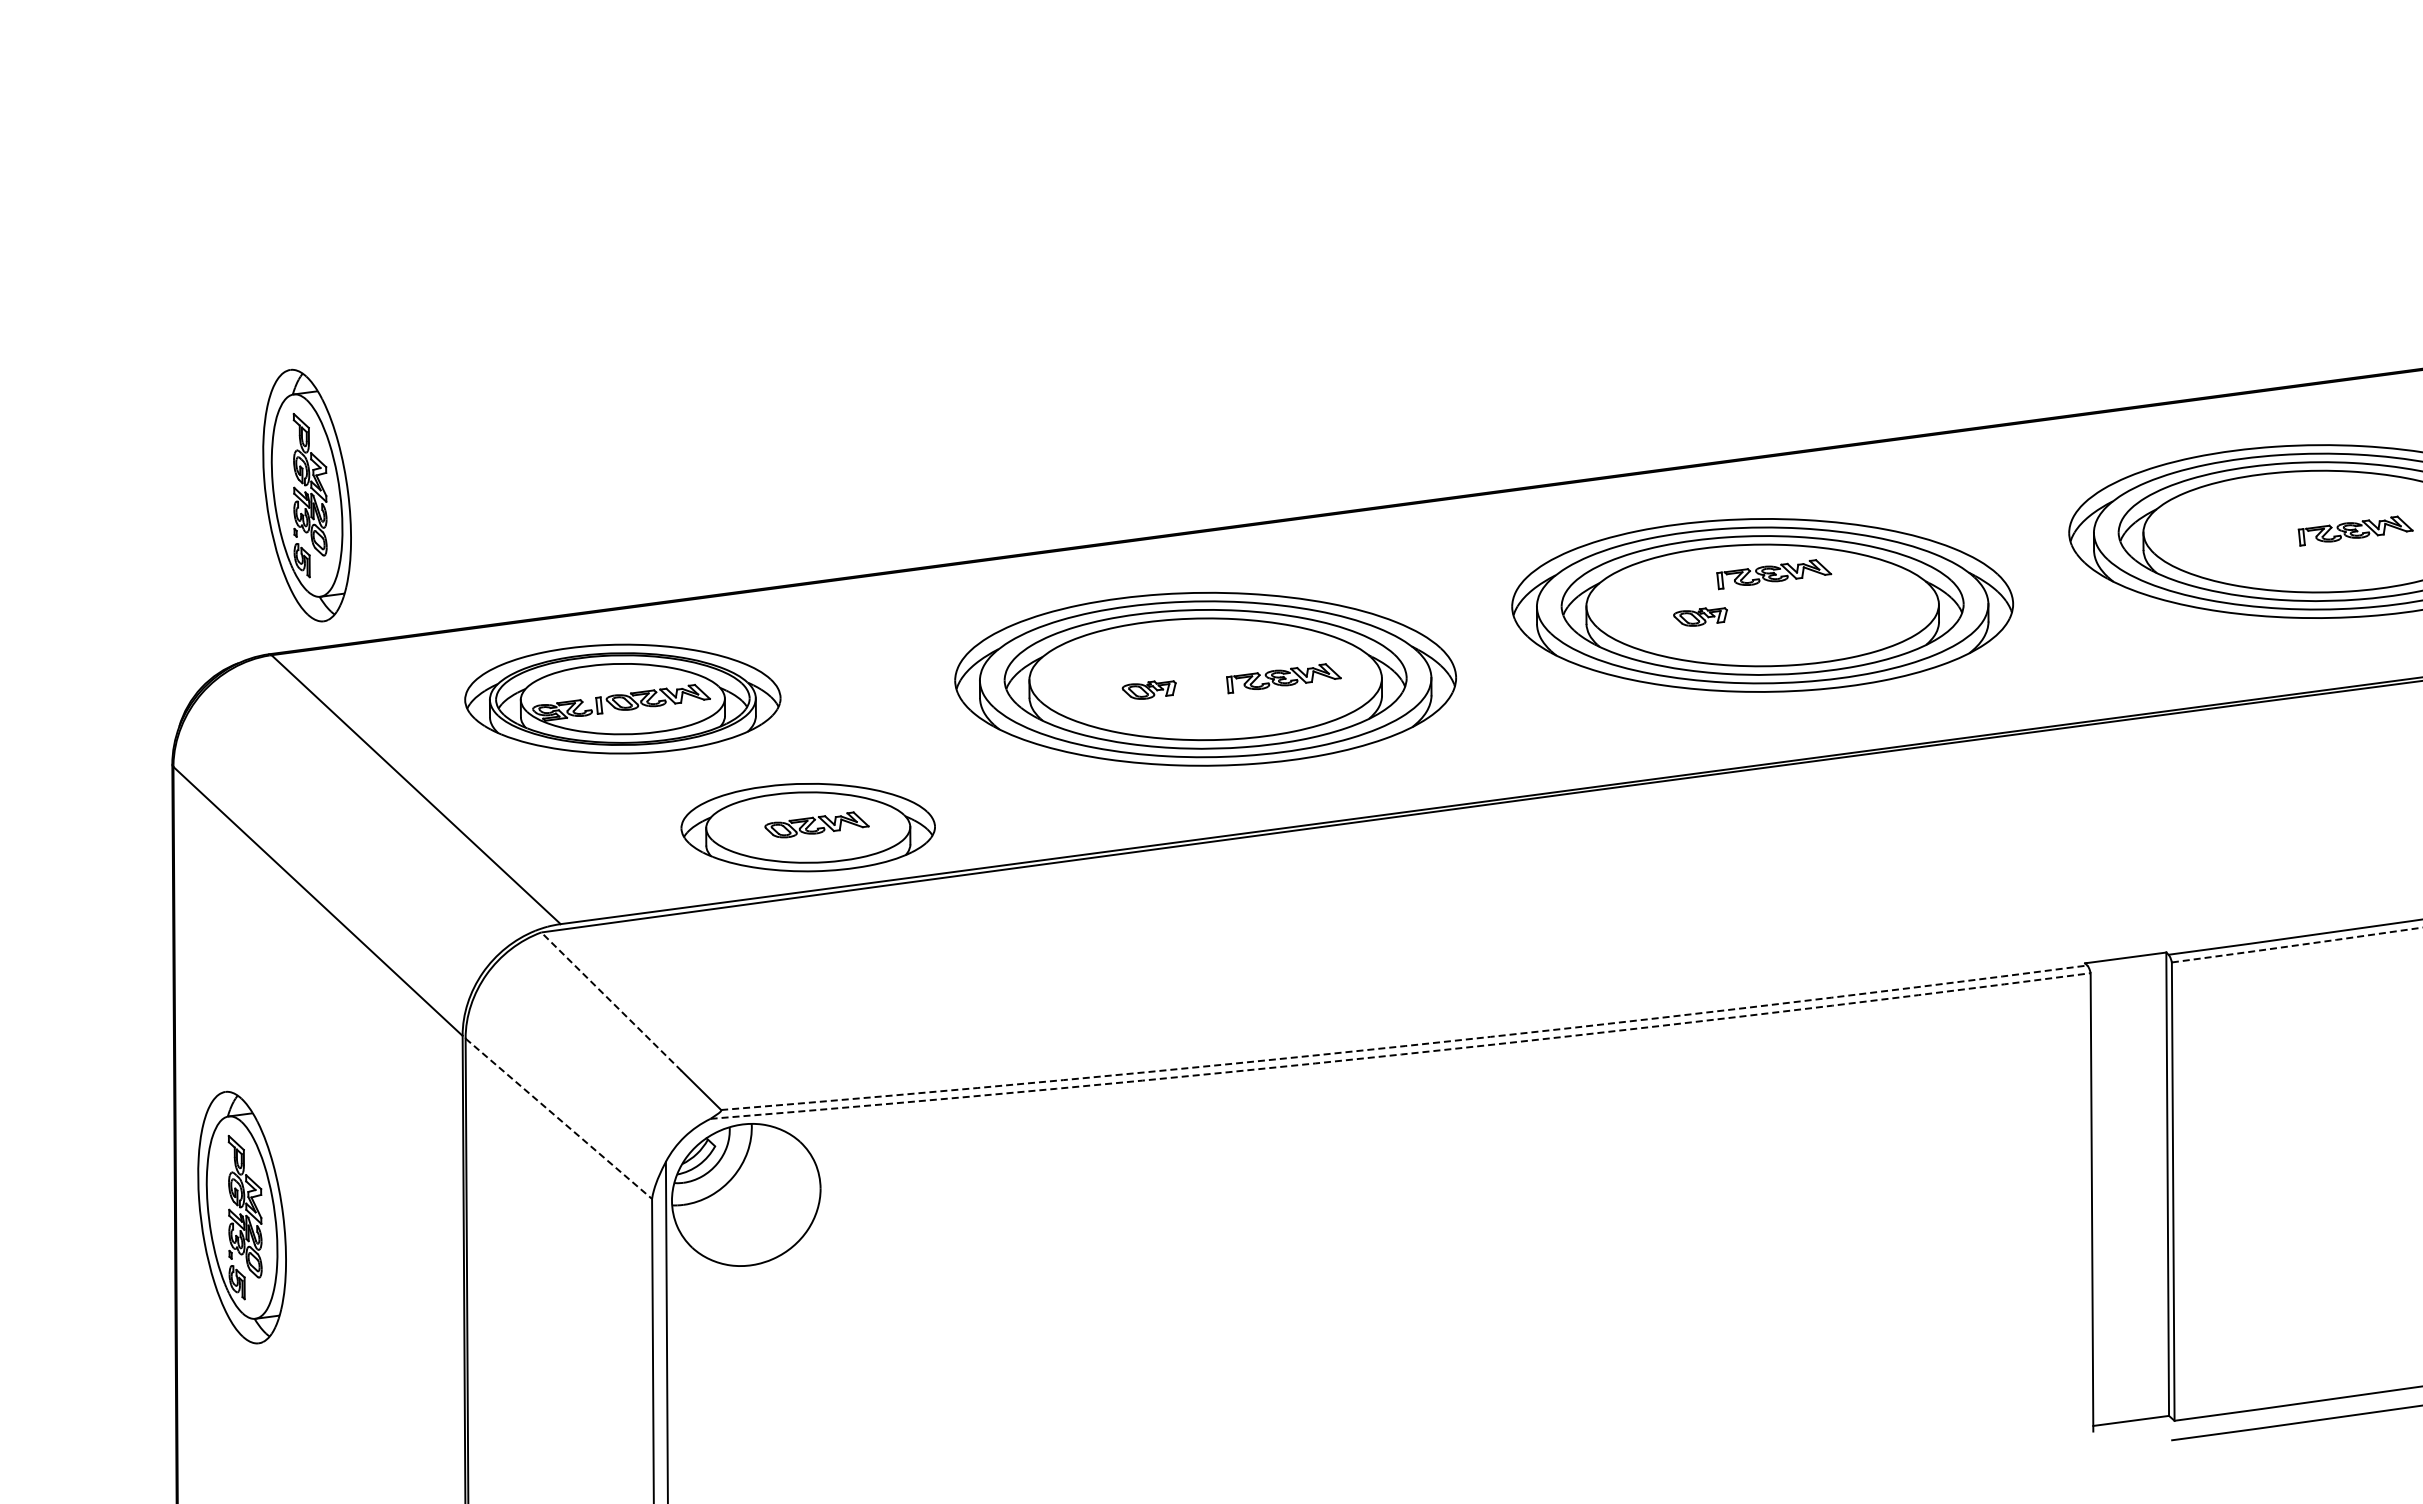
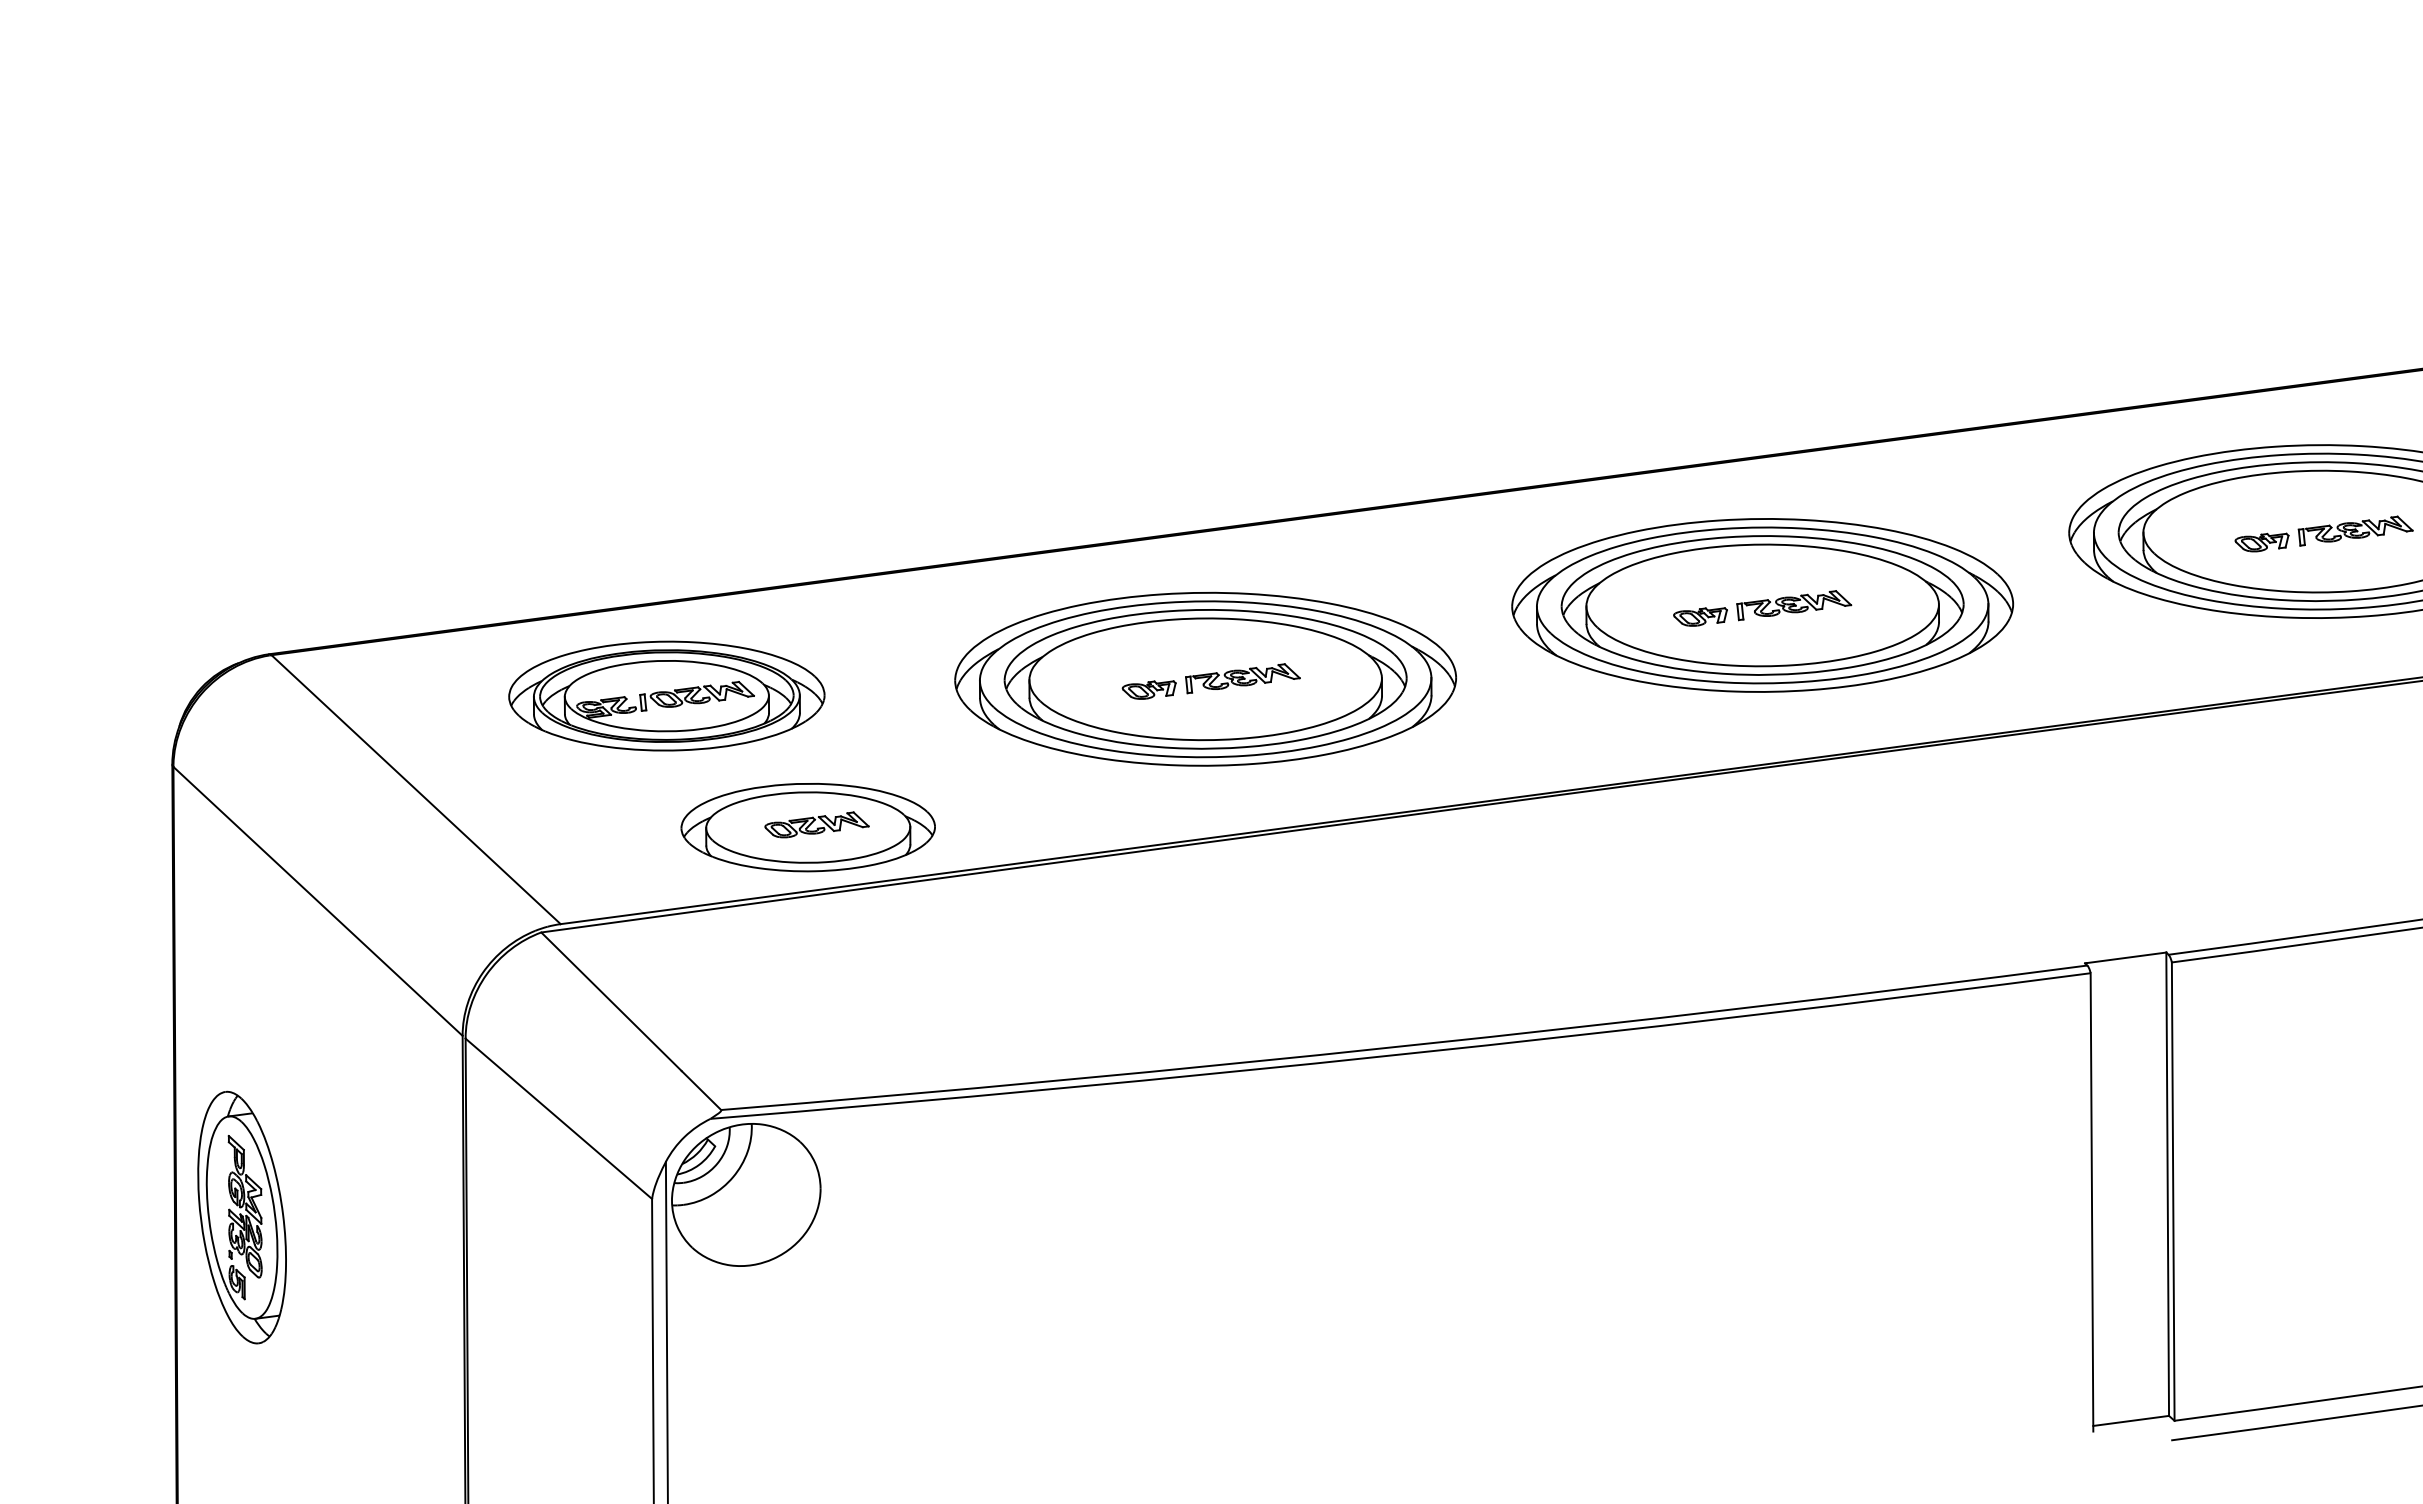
part at (306, 495): present -> none
part at (2261, 542): none -> present
part at (1774, 574) position: (1774, 574) -> (1794, 605)
part at (1283, 678) position: (1283, 678) -> (1242, 678)
part at (622, 698) position: (622, 698) -> (666, 695)
arc at (2297, 945): dashed -> solid
line at (611, 1001): dashed -> solid
arc at (1405, 1046): dashed -> solid
arc at (1401, 1054): dashed -> solid
line at (558, 1118): dashed -> solid
